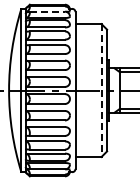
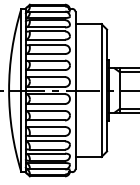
line at (47, 11): dashed -> solid
line at (101, 91): dashed -> solid
